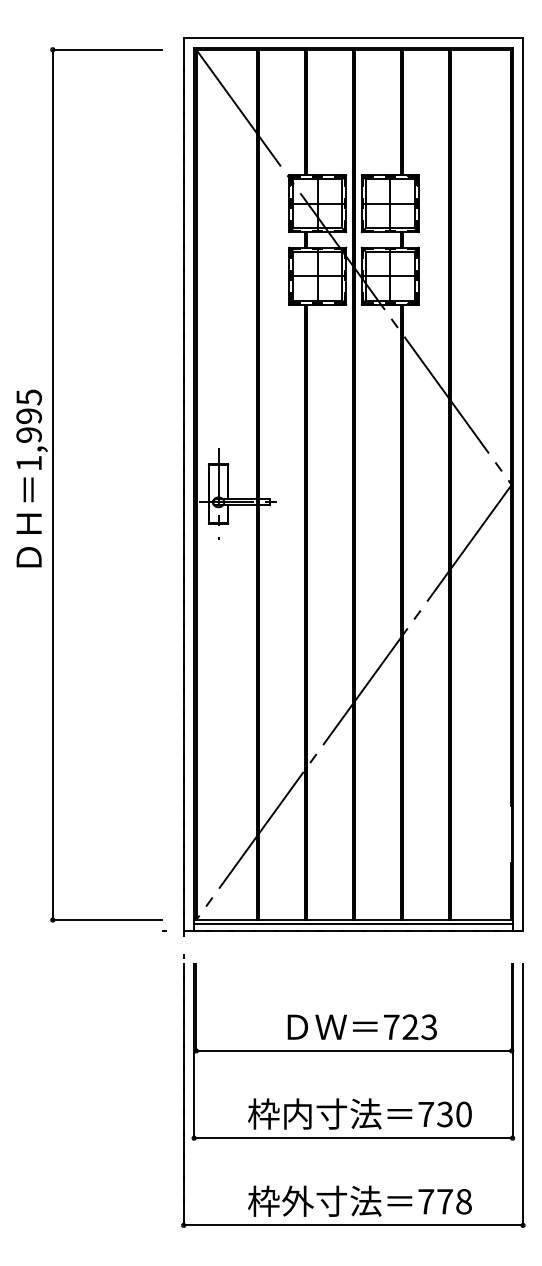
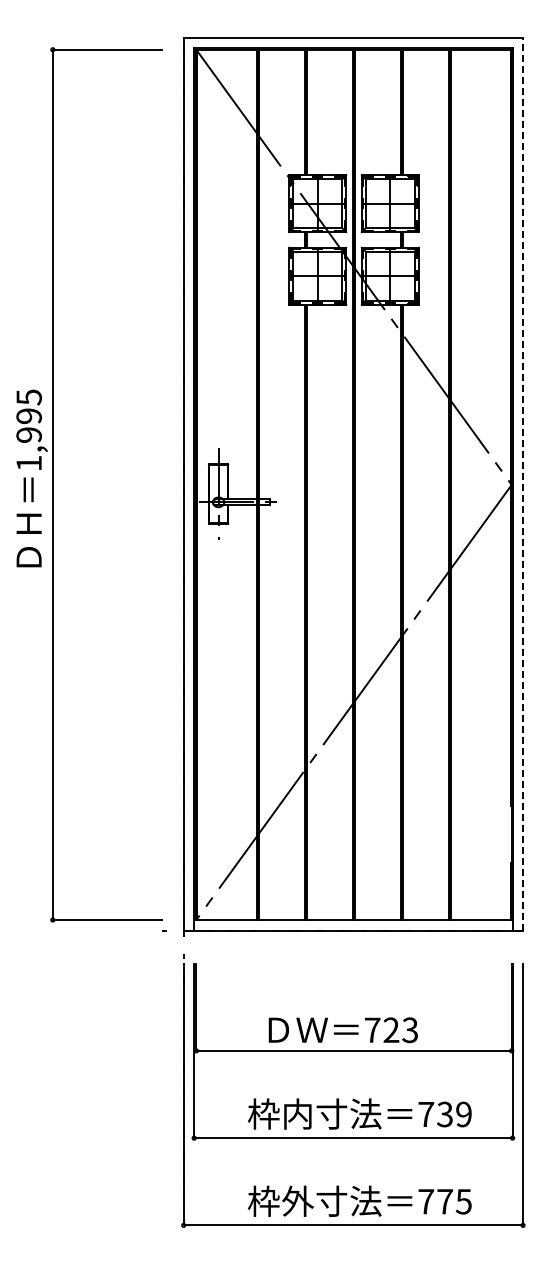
line at (523, 483): solid -> dashed
line at (353, 924): present -> none
text at (361, 1027) position: (361, 1027) -> (342, 1030)
text at (463, 1114): 730 -> 739
text at (463, 1201): 778 -> 775
